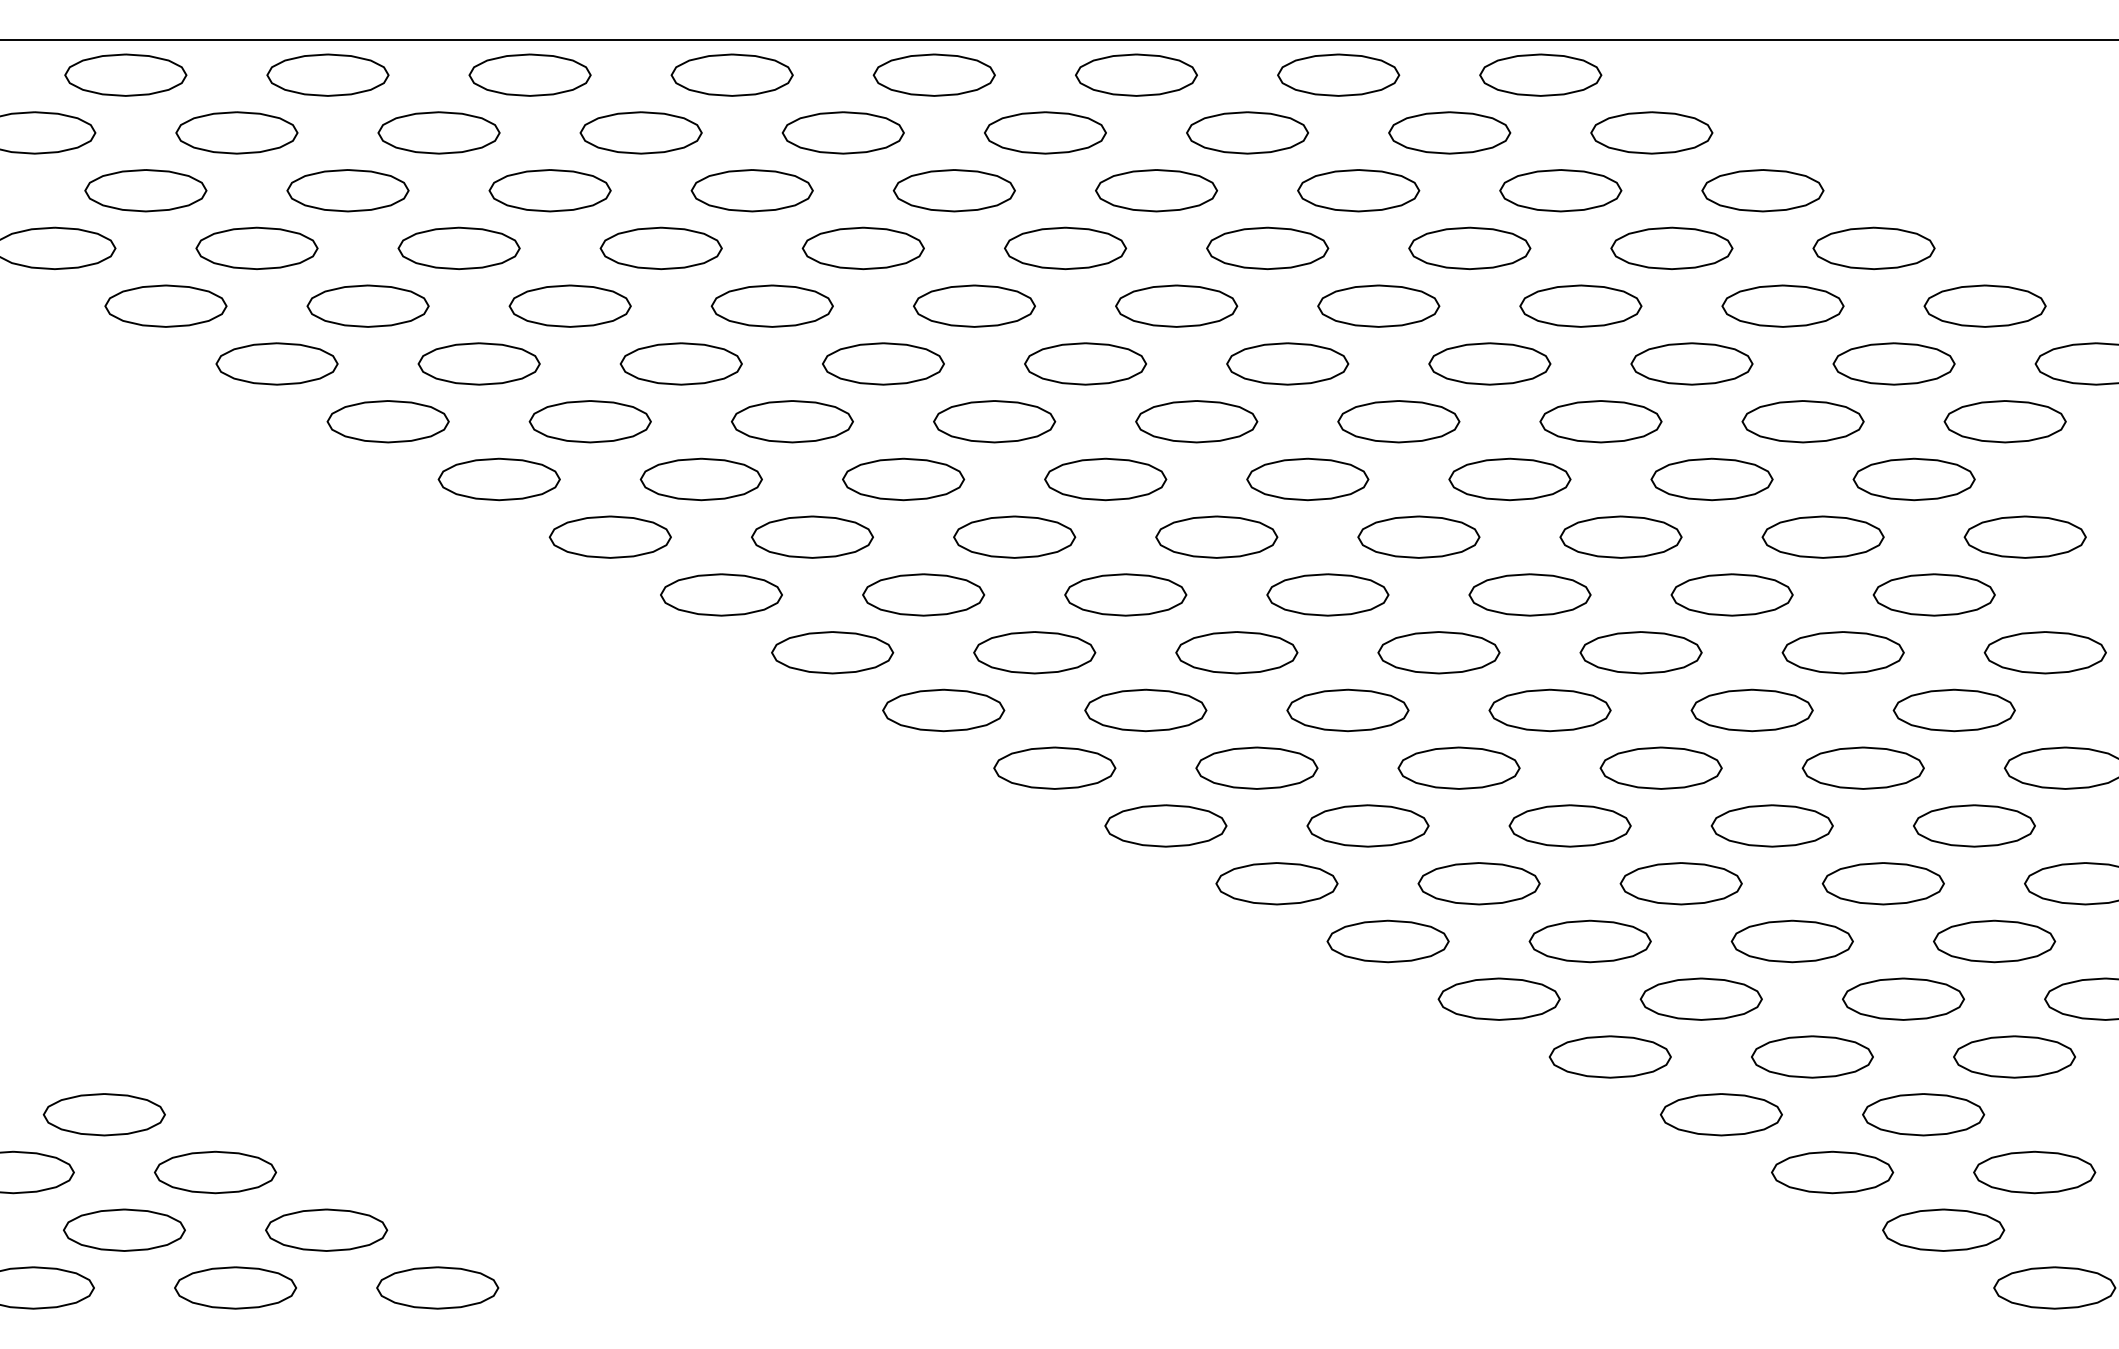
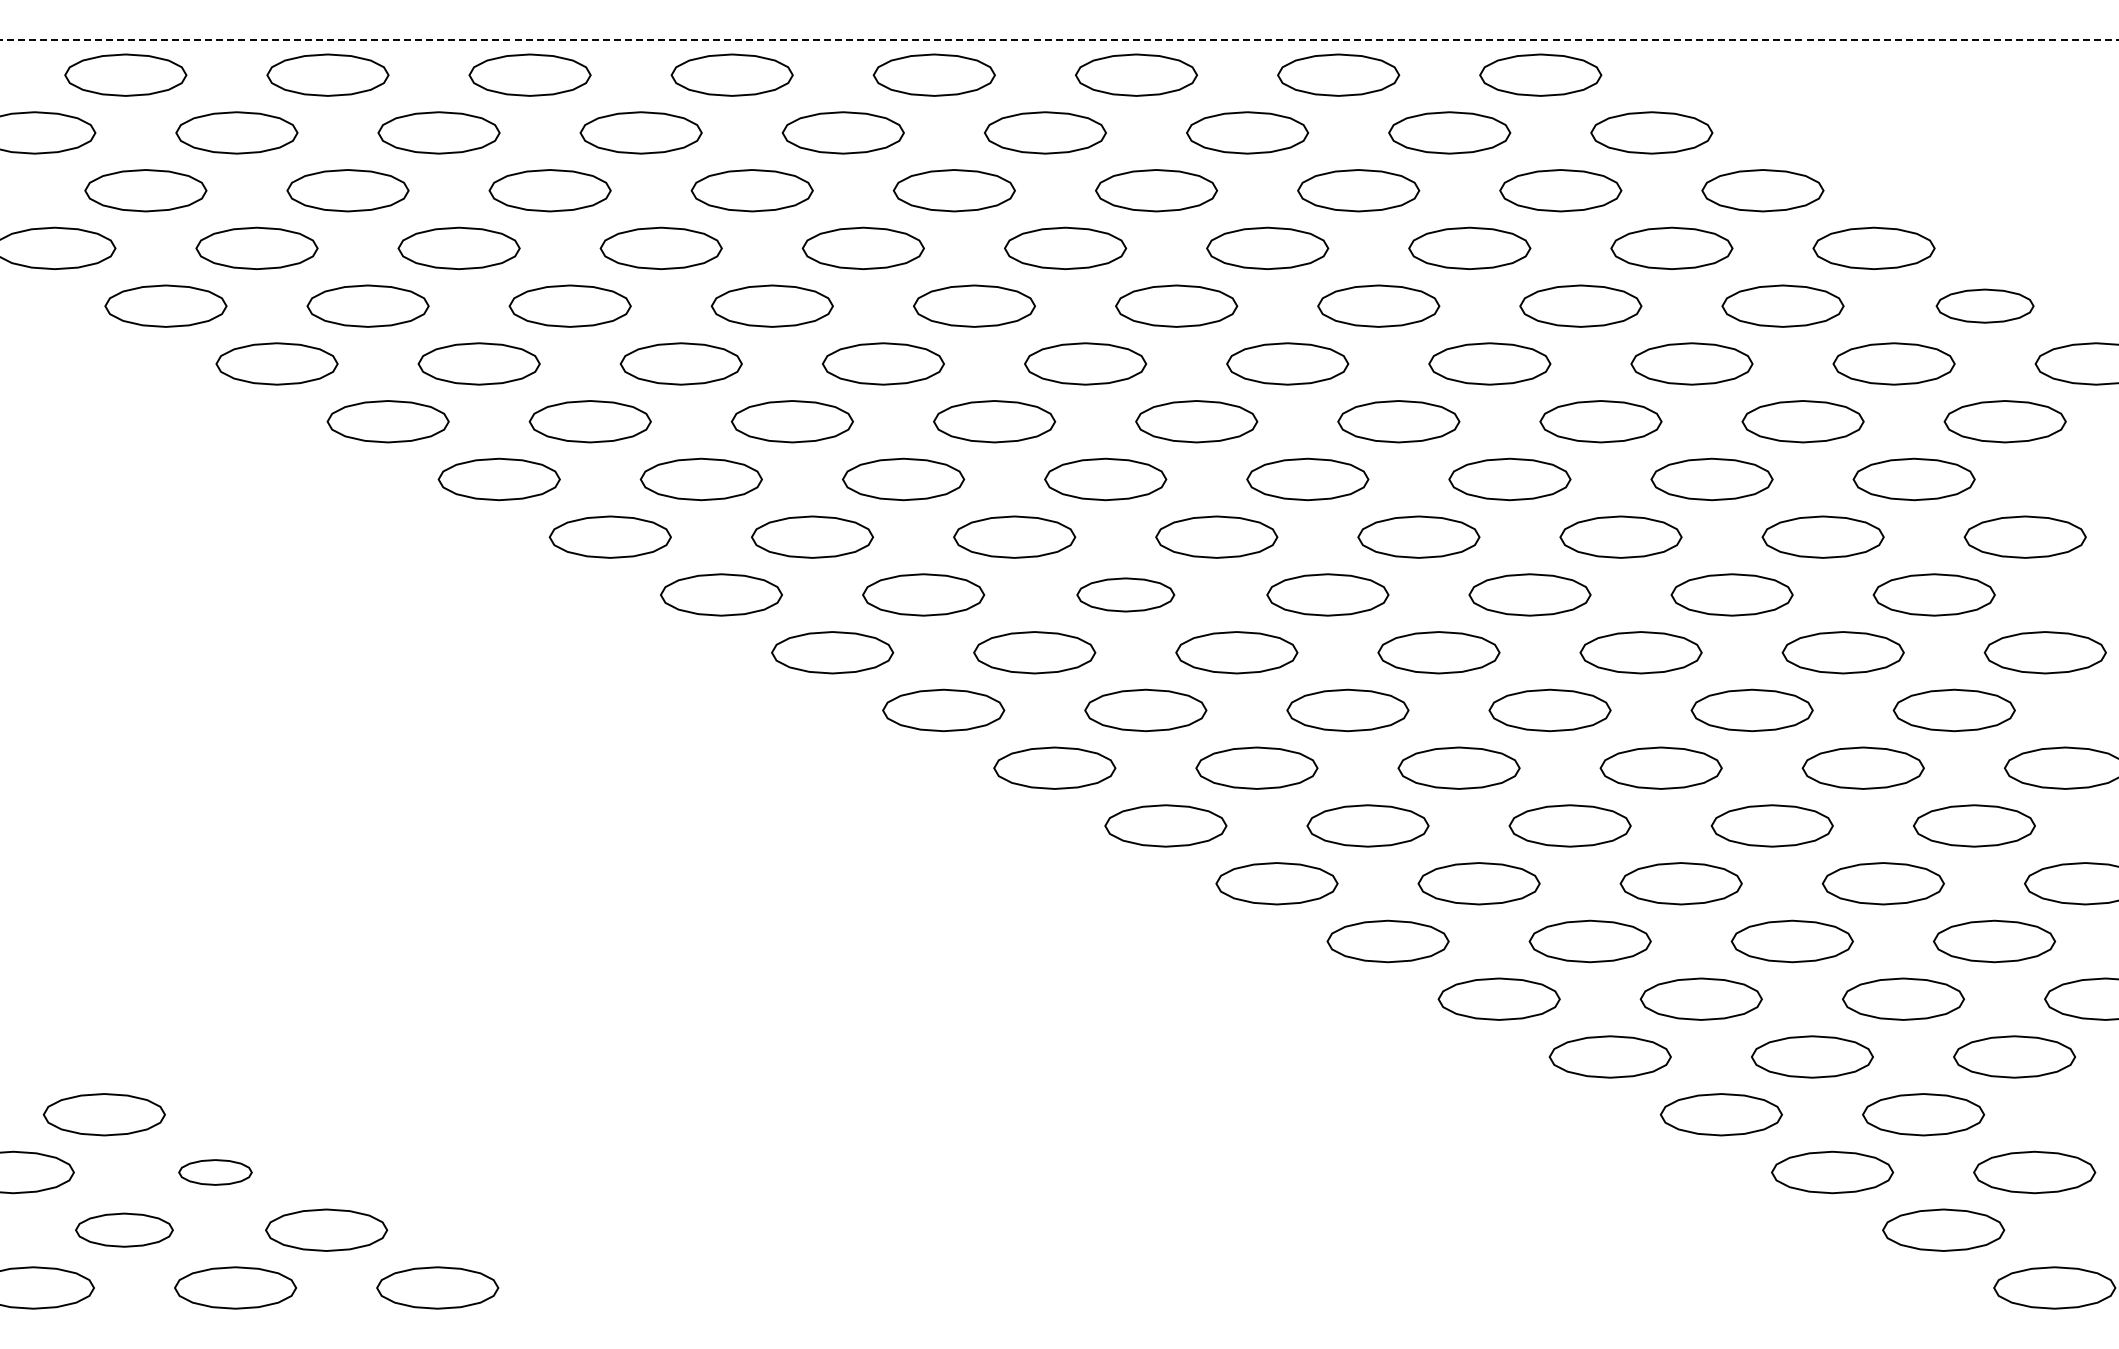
line at (1059, 40): solid -> dashed
part at (1984, 305) size: 124x44 px -> 100x36 px
part at (1125, 594) size: 124x44 px -> 100x36 px
part at (215, 1172) size: 123x45 px -> 75x27 px
part at (124, 1229) size: 123x44 px -> 99x36 px
